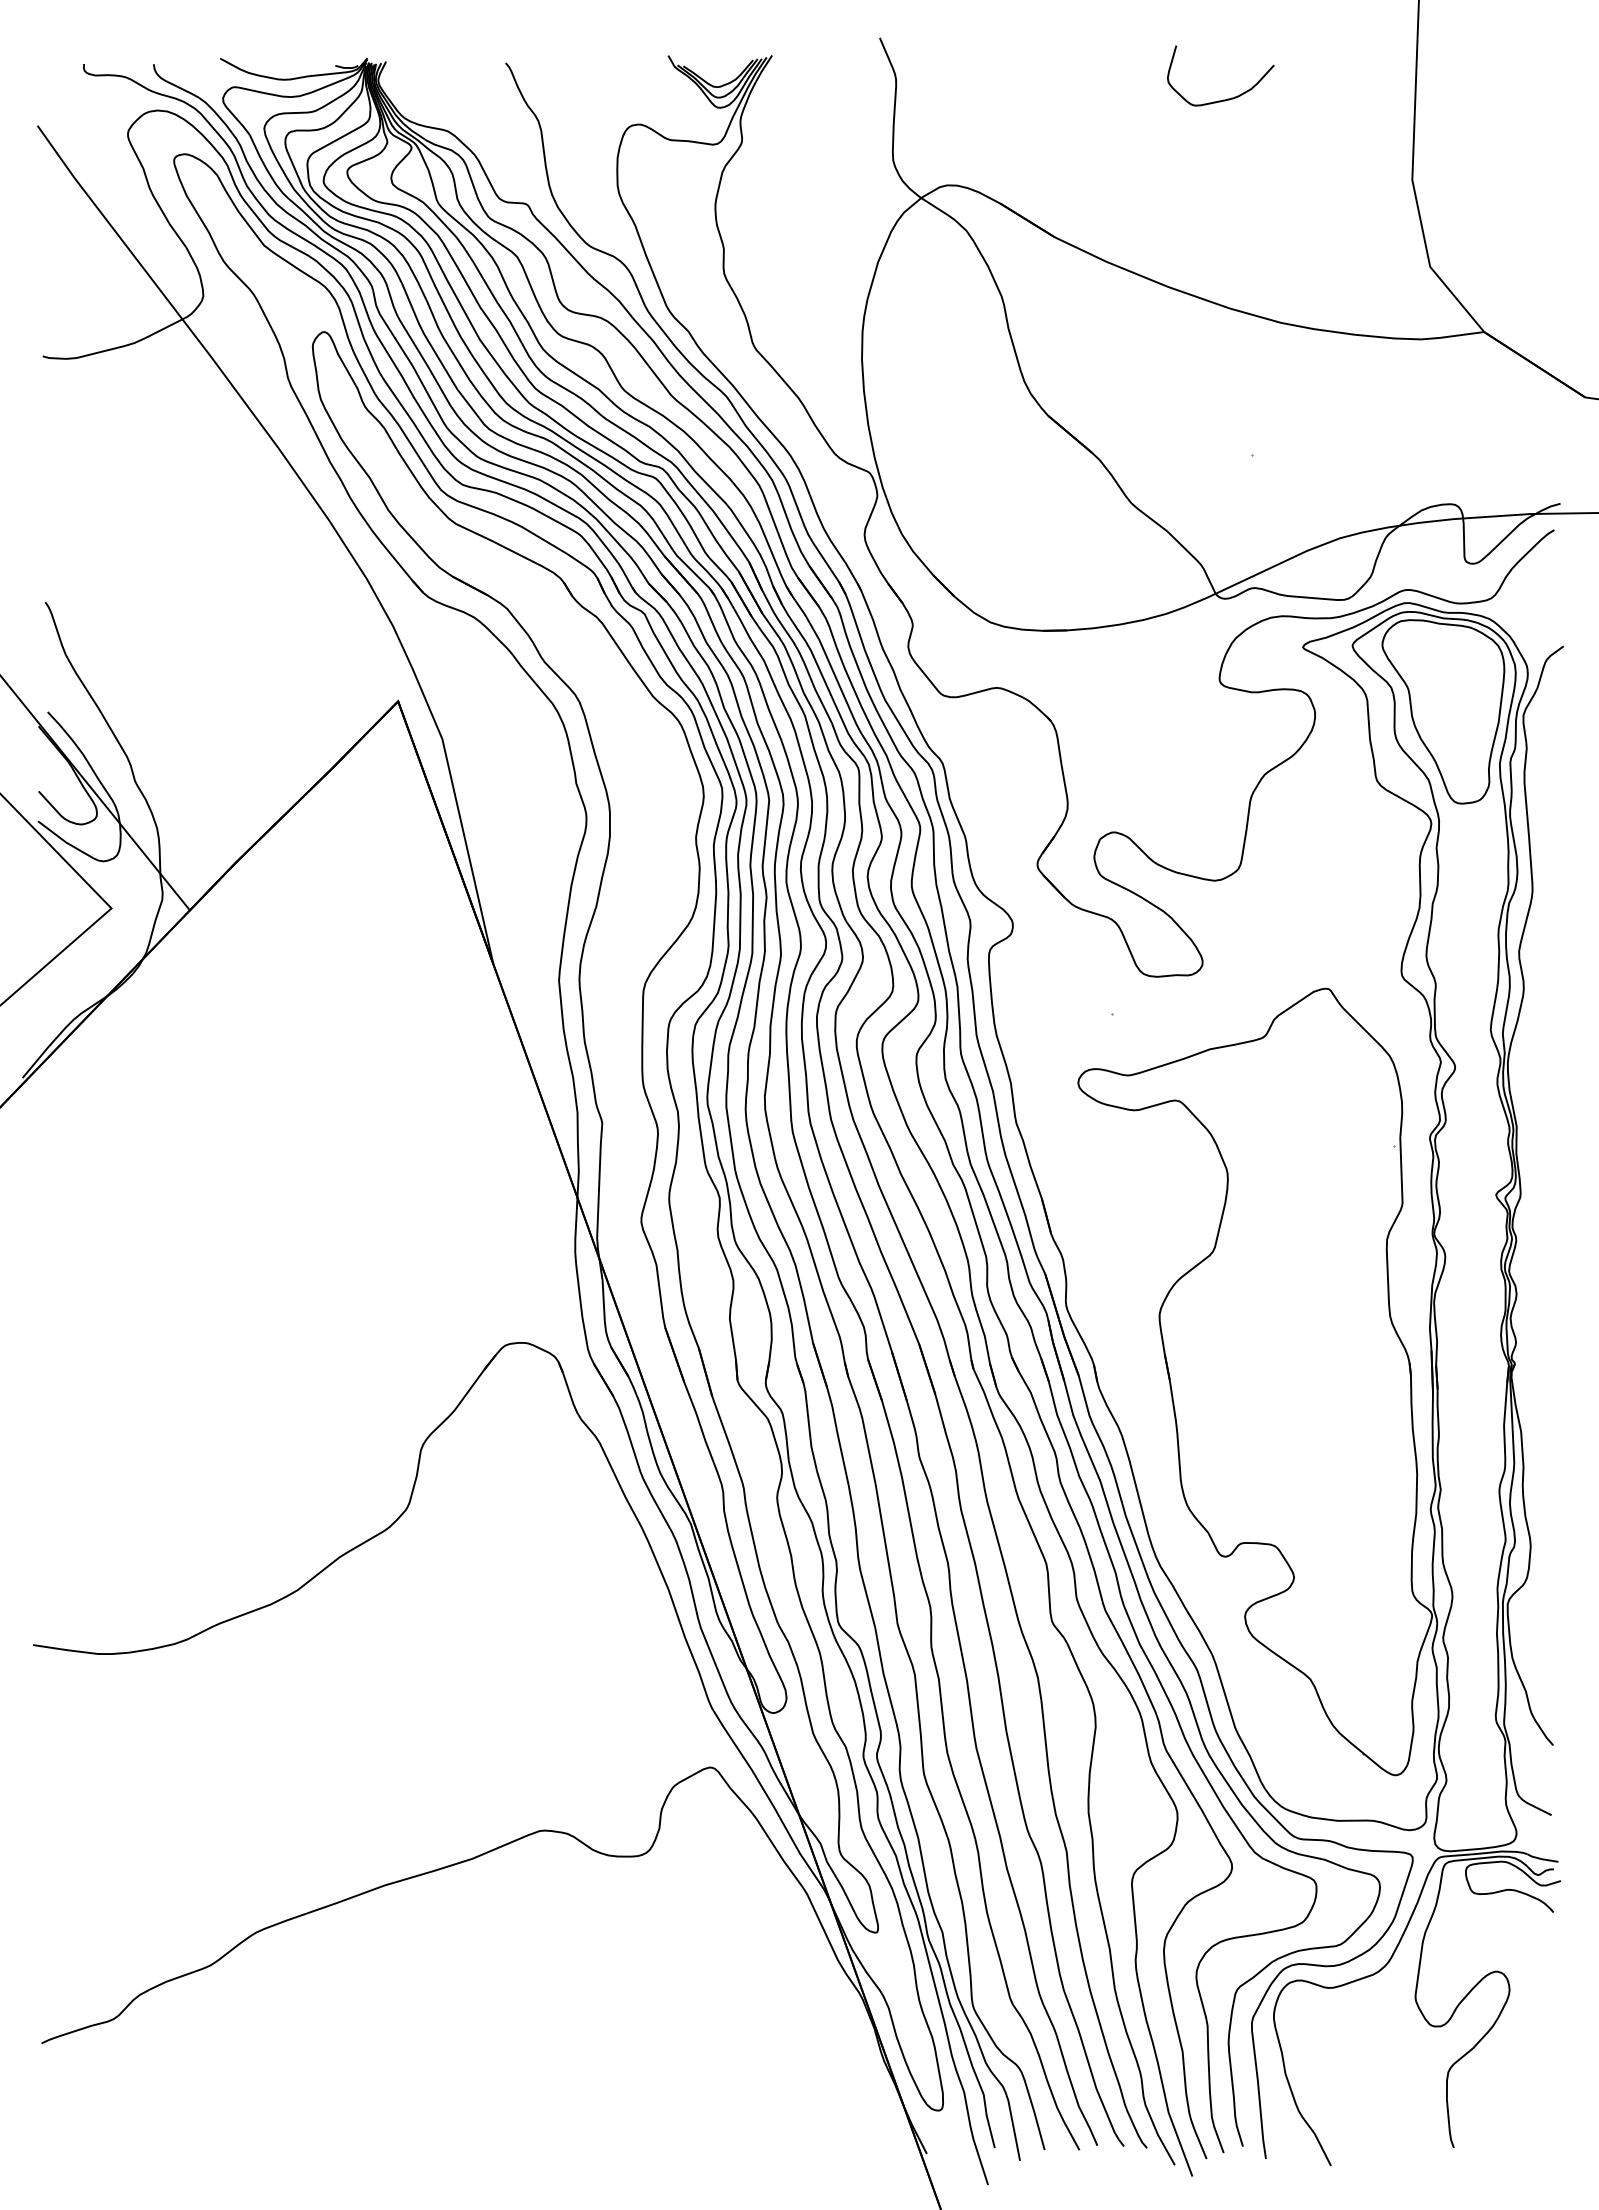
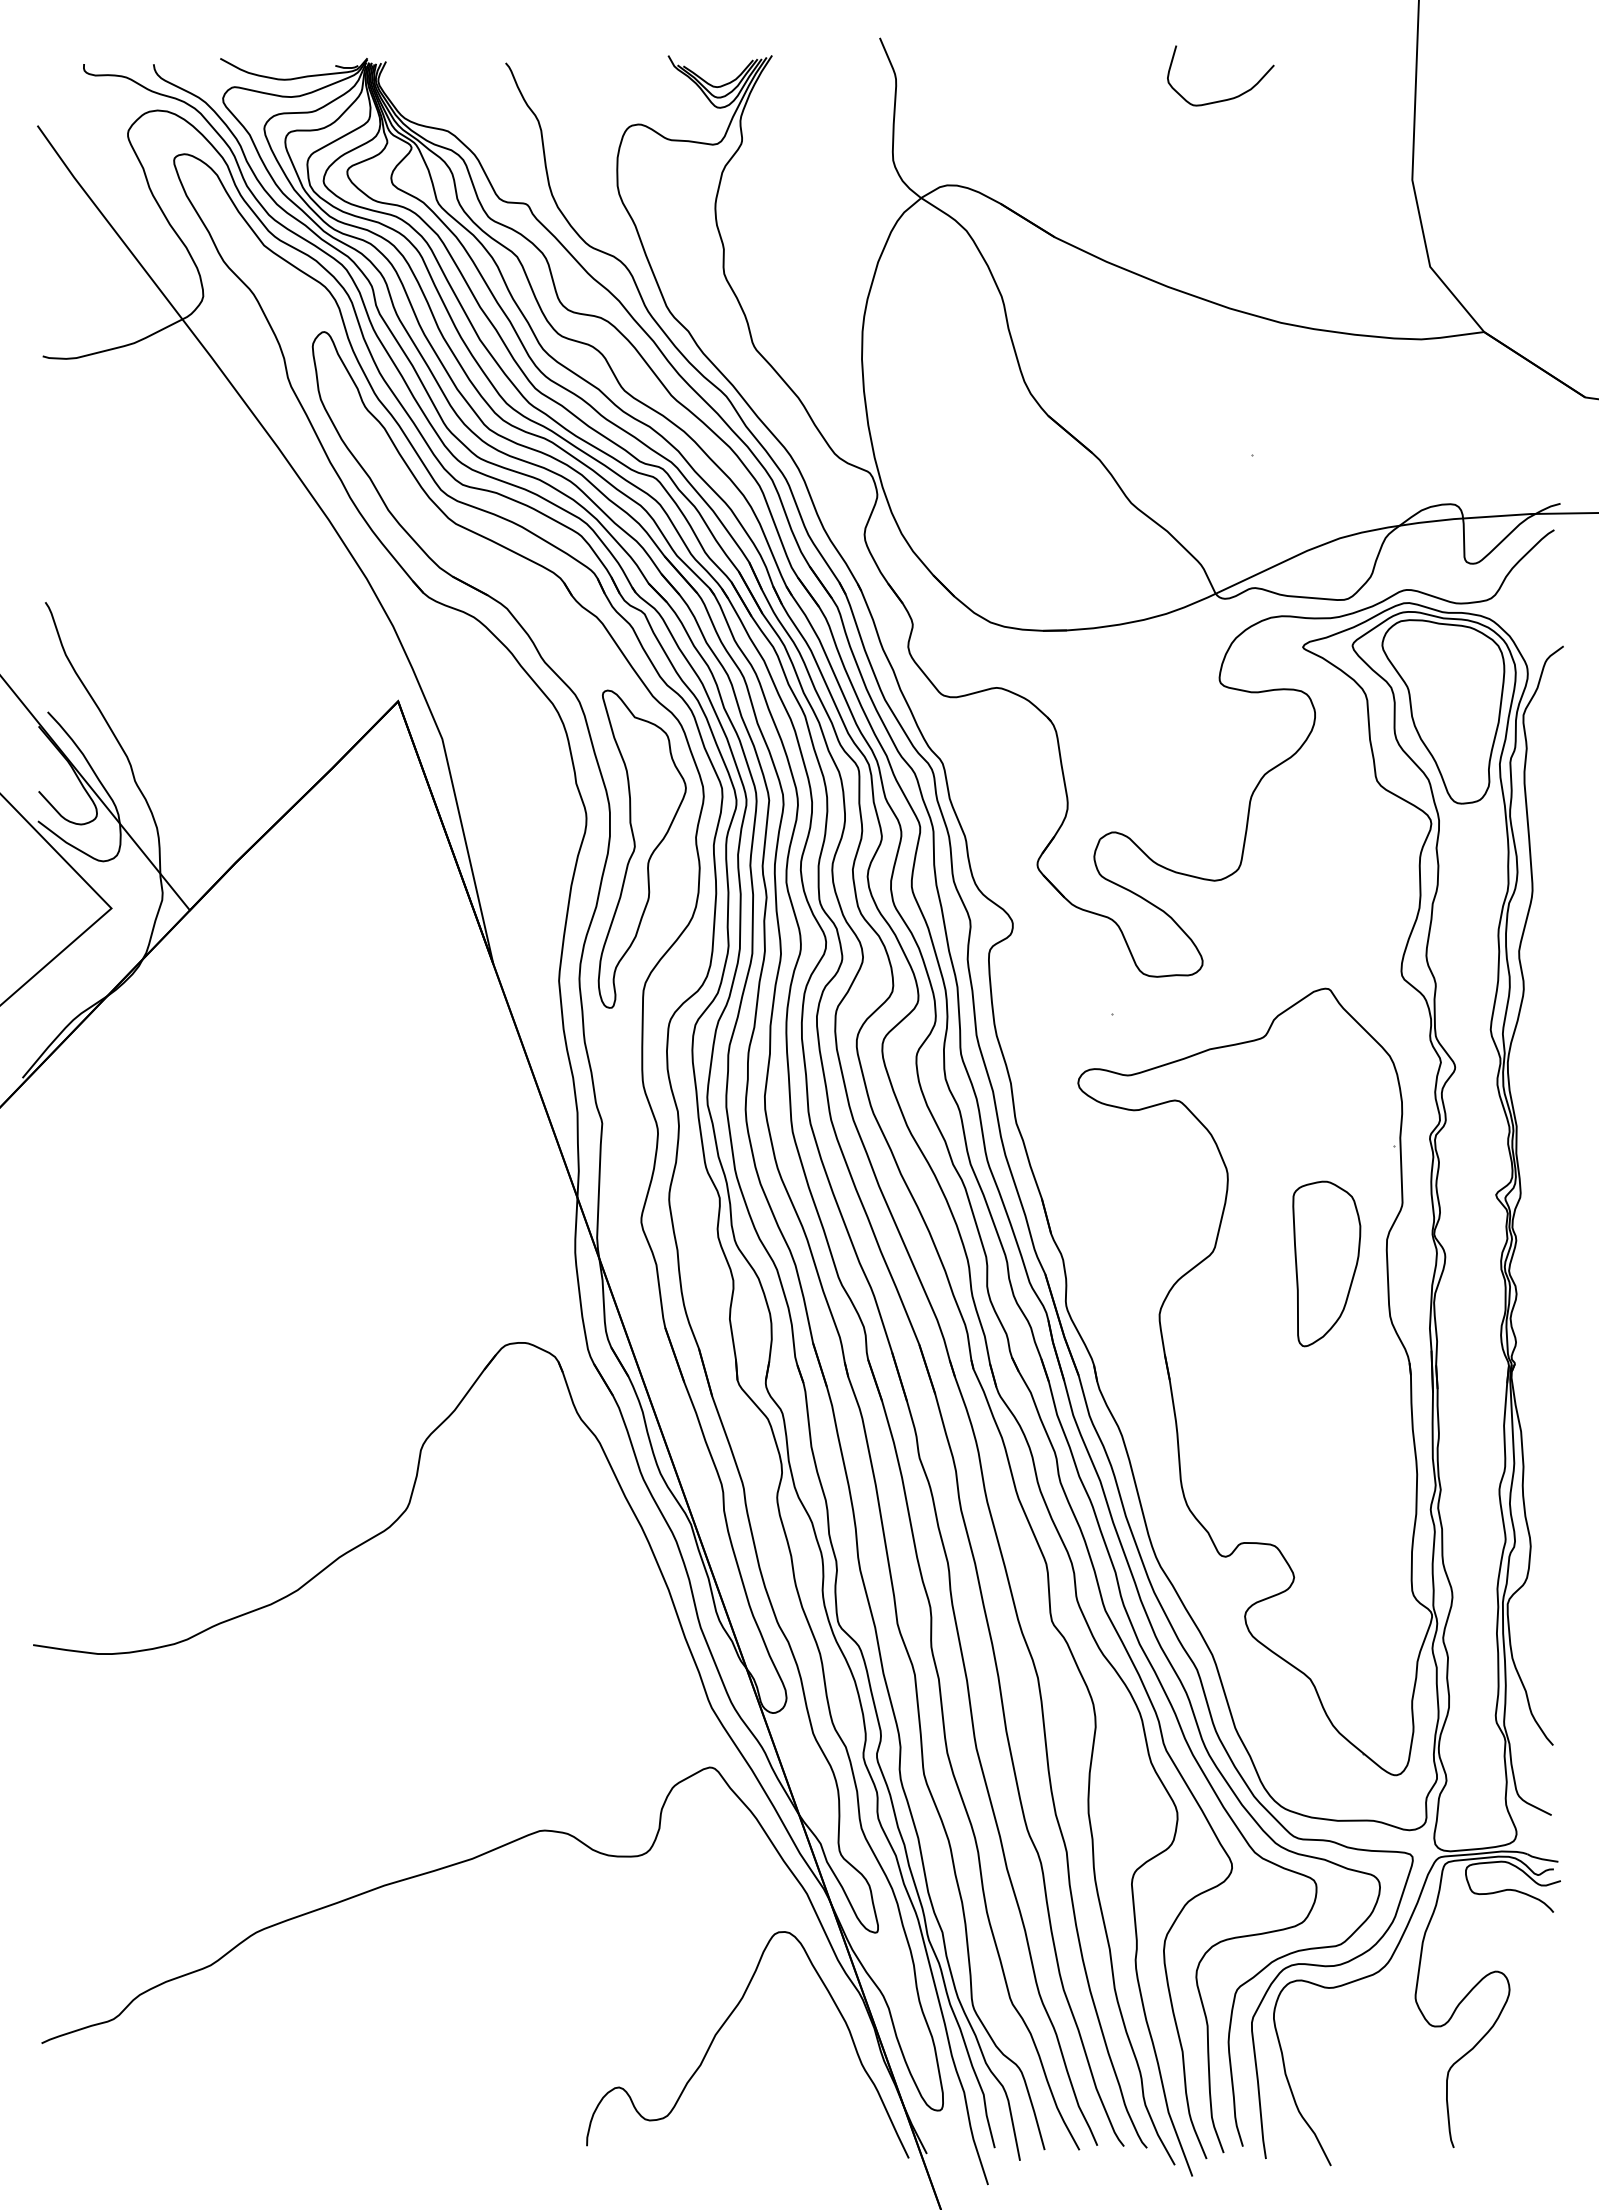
part at (641, 848): none -> present
part at (1326, 1263): none -> present
curve at (722, 2027): none -> present
